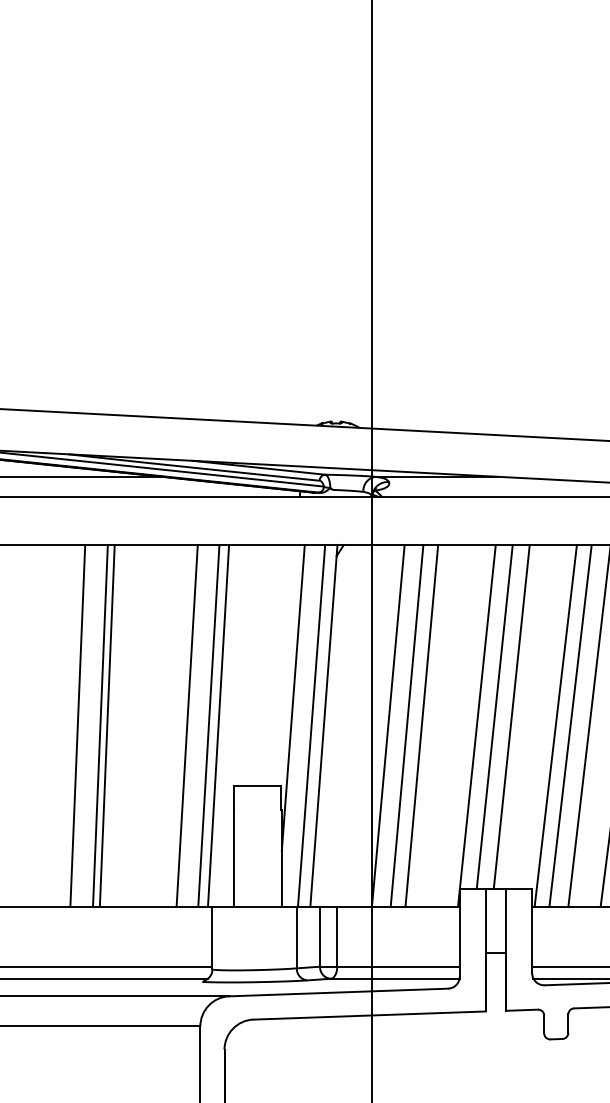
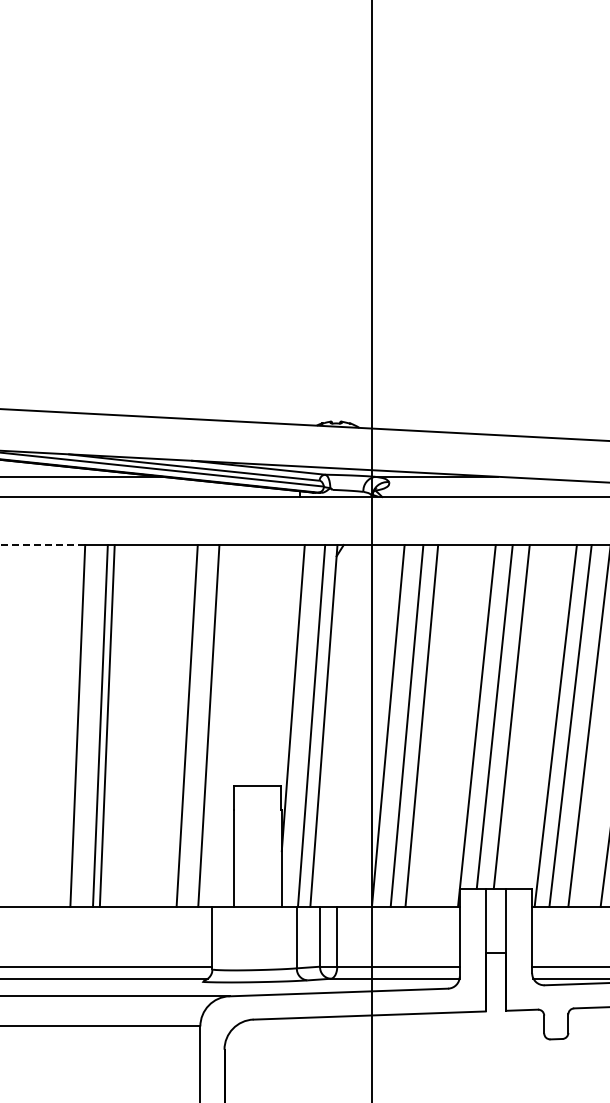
line at (42, 545): solid -> dashed
line at (218, 725): present -> none
